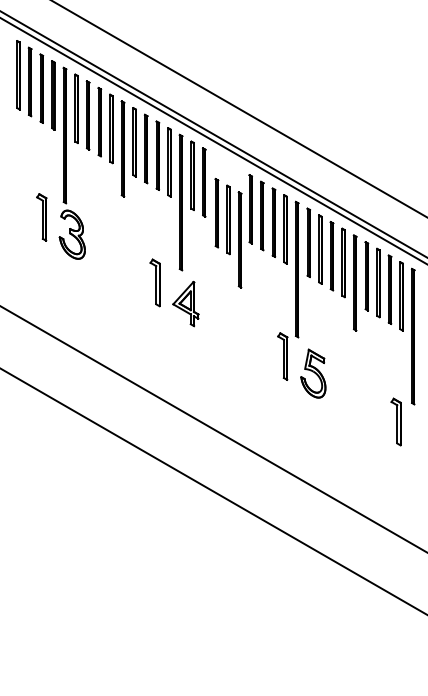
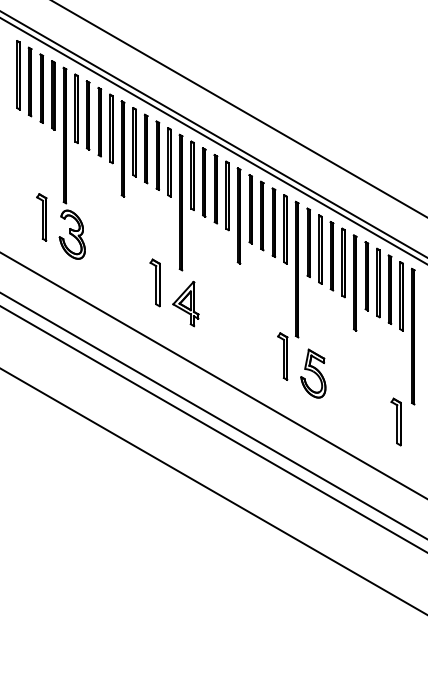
part at (228, 233) position: (228, 233) -> (227, 209)
line at (213, 375): none -> present
line at (213, 415): none -> present
